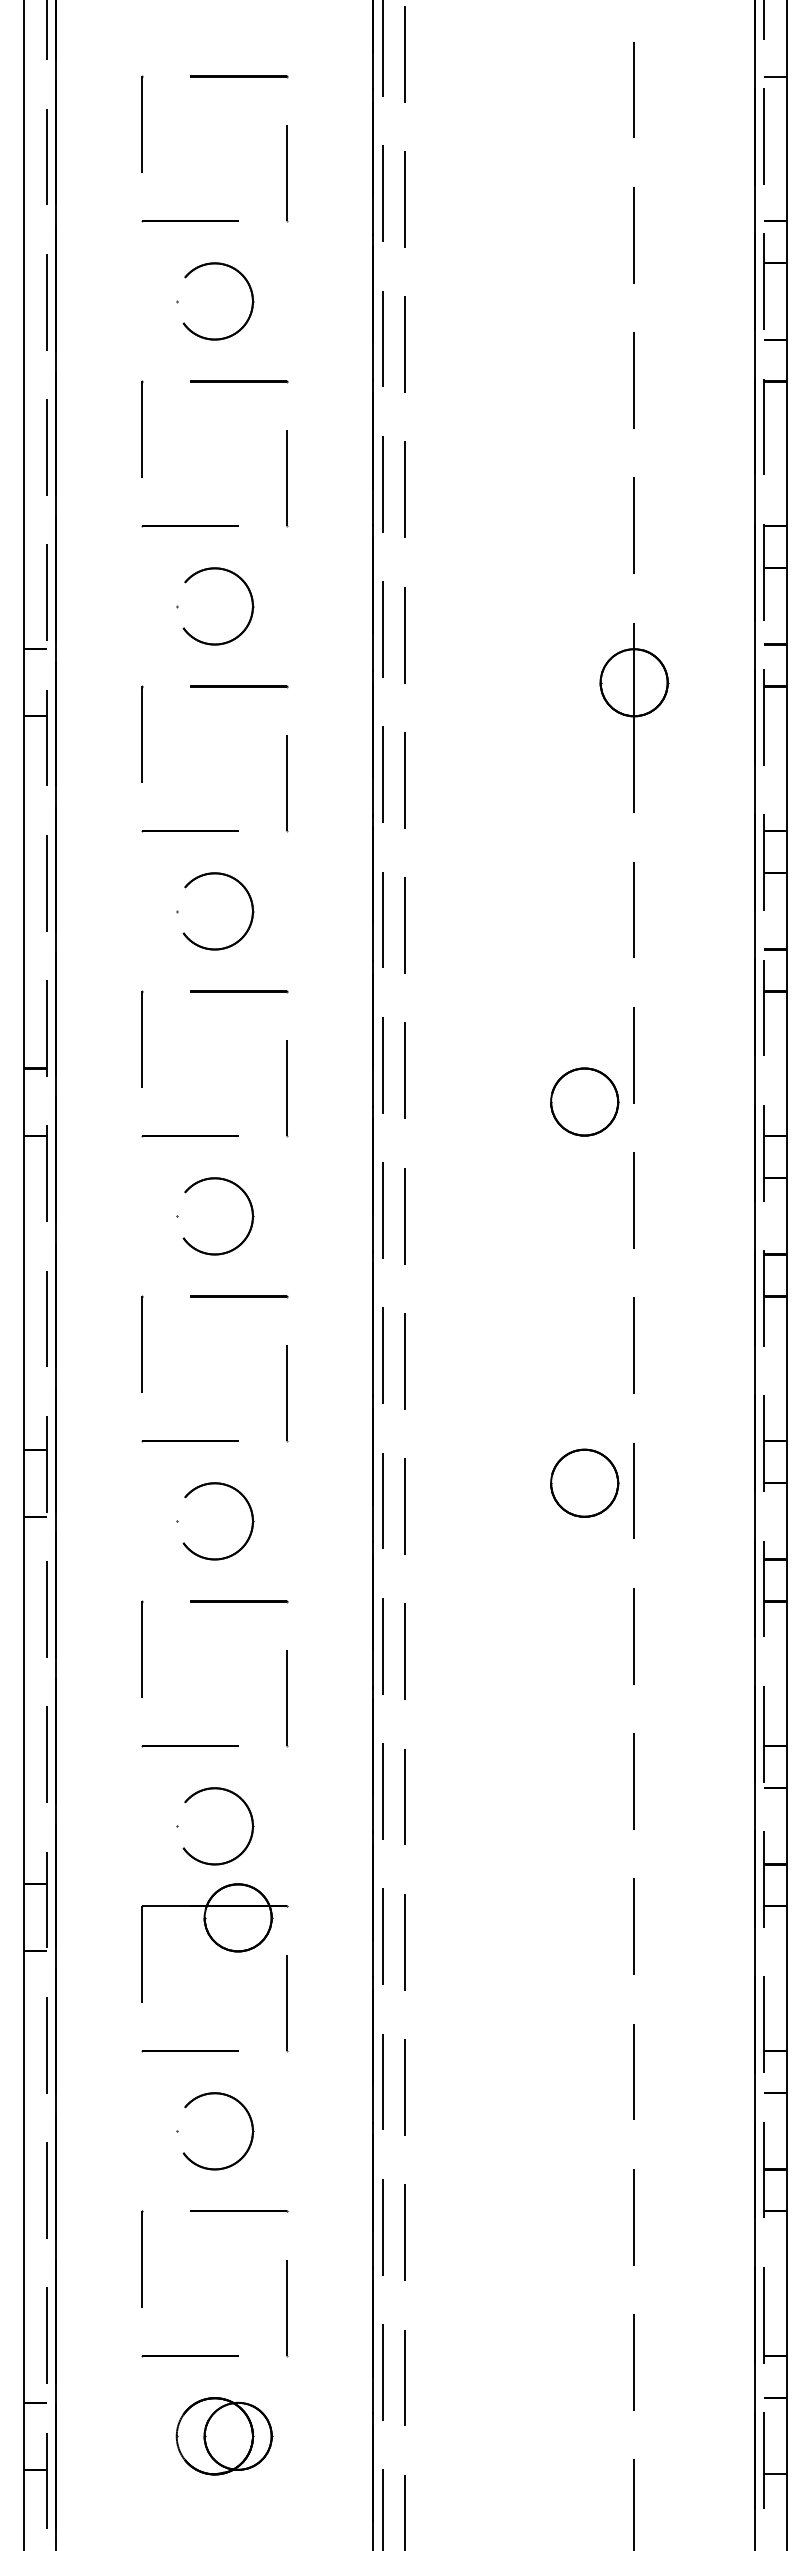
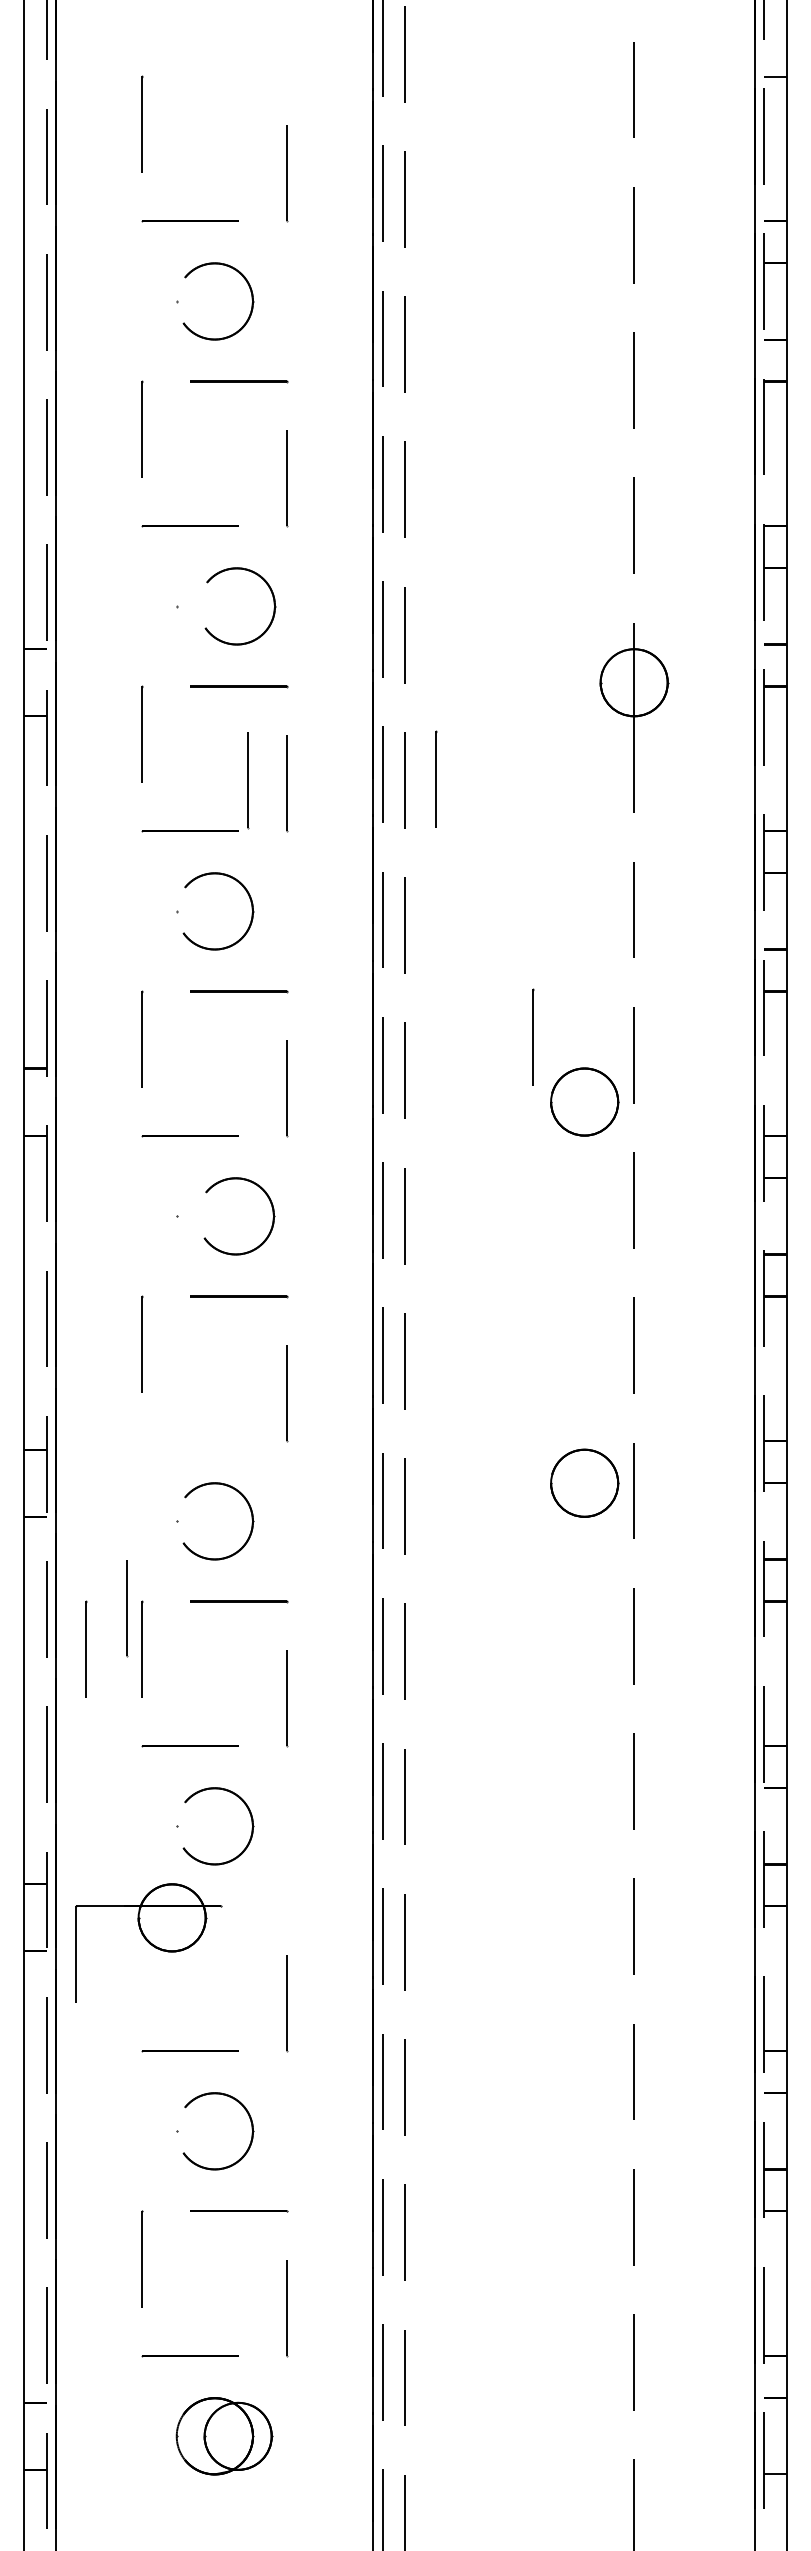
line at (239, 76): present -> none
part at (251, 604) position: (251, 604) -> (273, 604)
line at (436, 778): none -> present
line at (248, 780): none -> present
line at (533, 1036): none -> present
part at (251, 1214) position: (251, 1214) -> (272, 1214)
line at (189, 1441): present -> none
line at (127, 1608): none -> present
line at (86, 1648): none -> present
part at (214, 1942) position: (214, 1942) -> (148, 1942)
